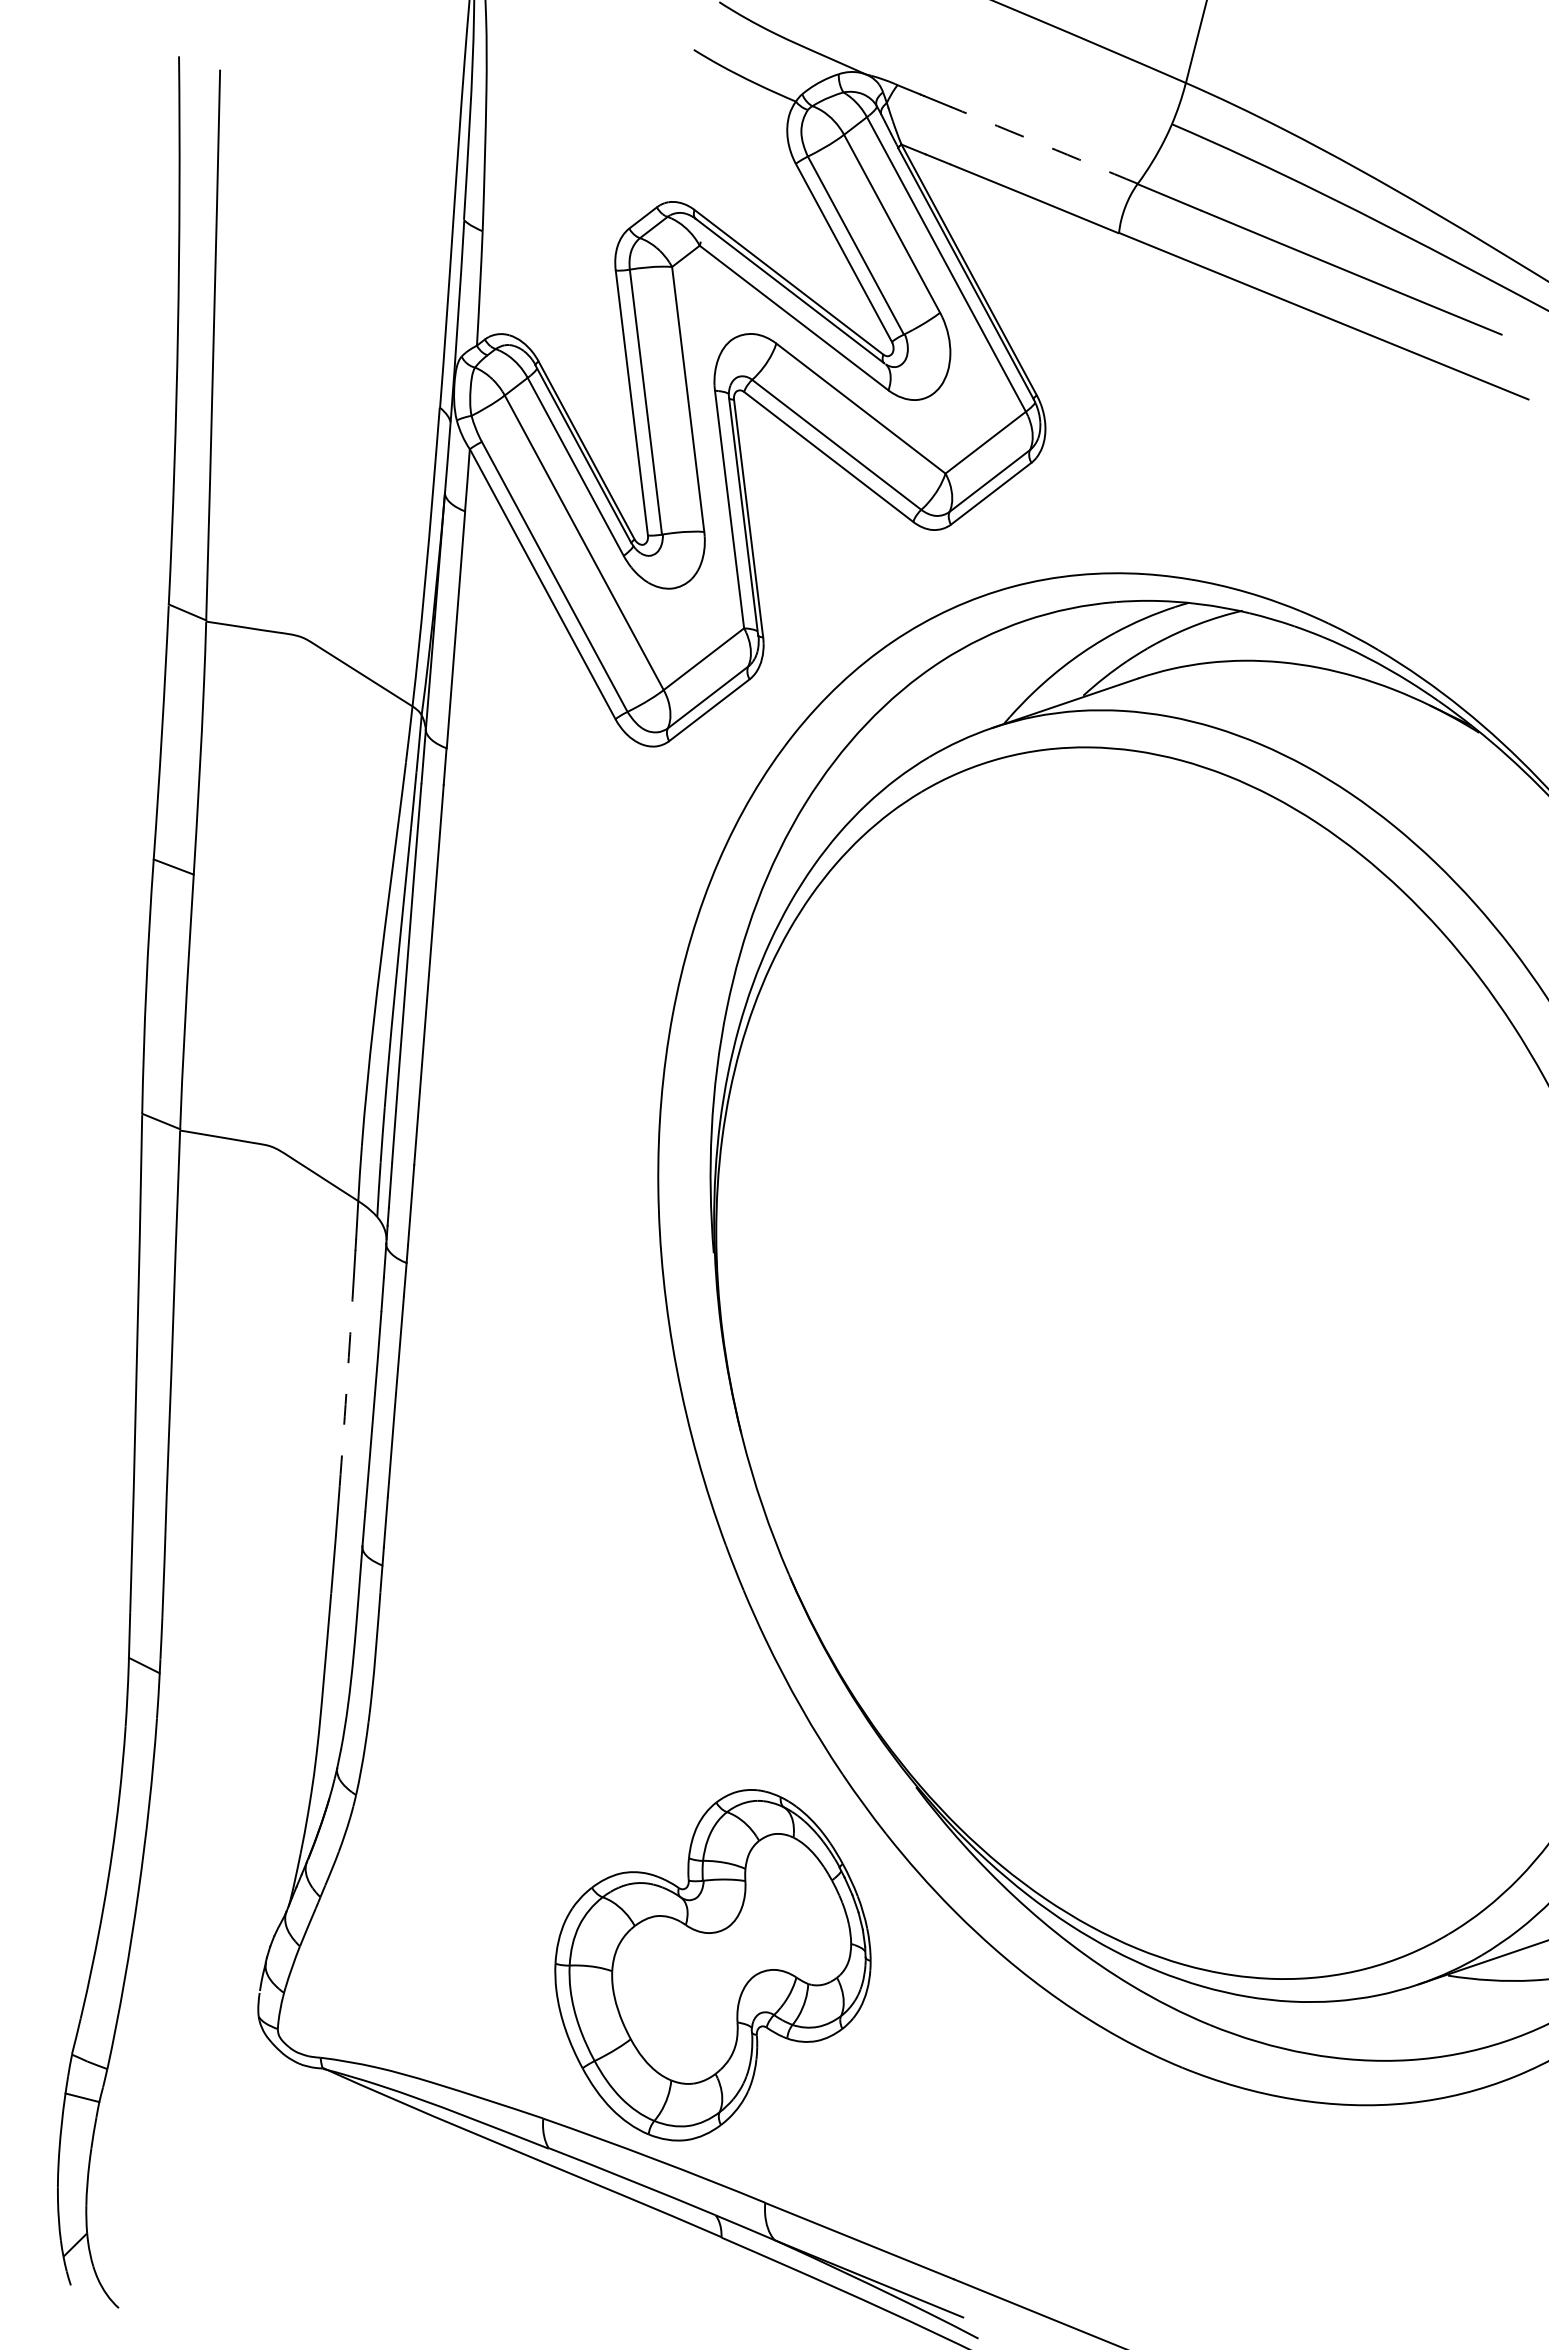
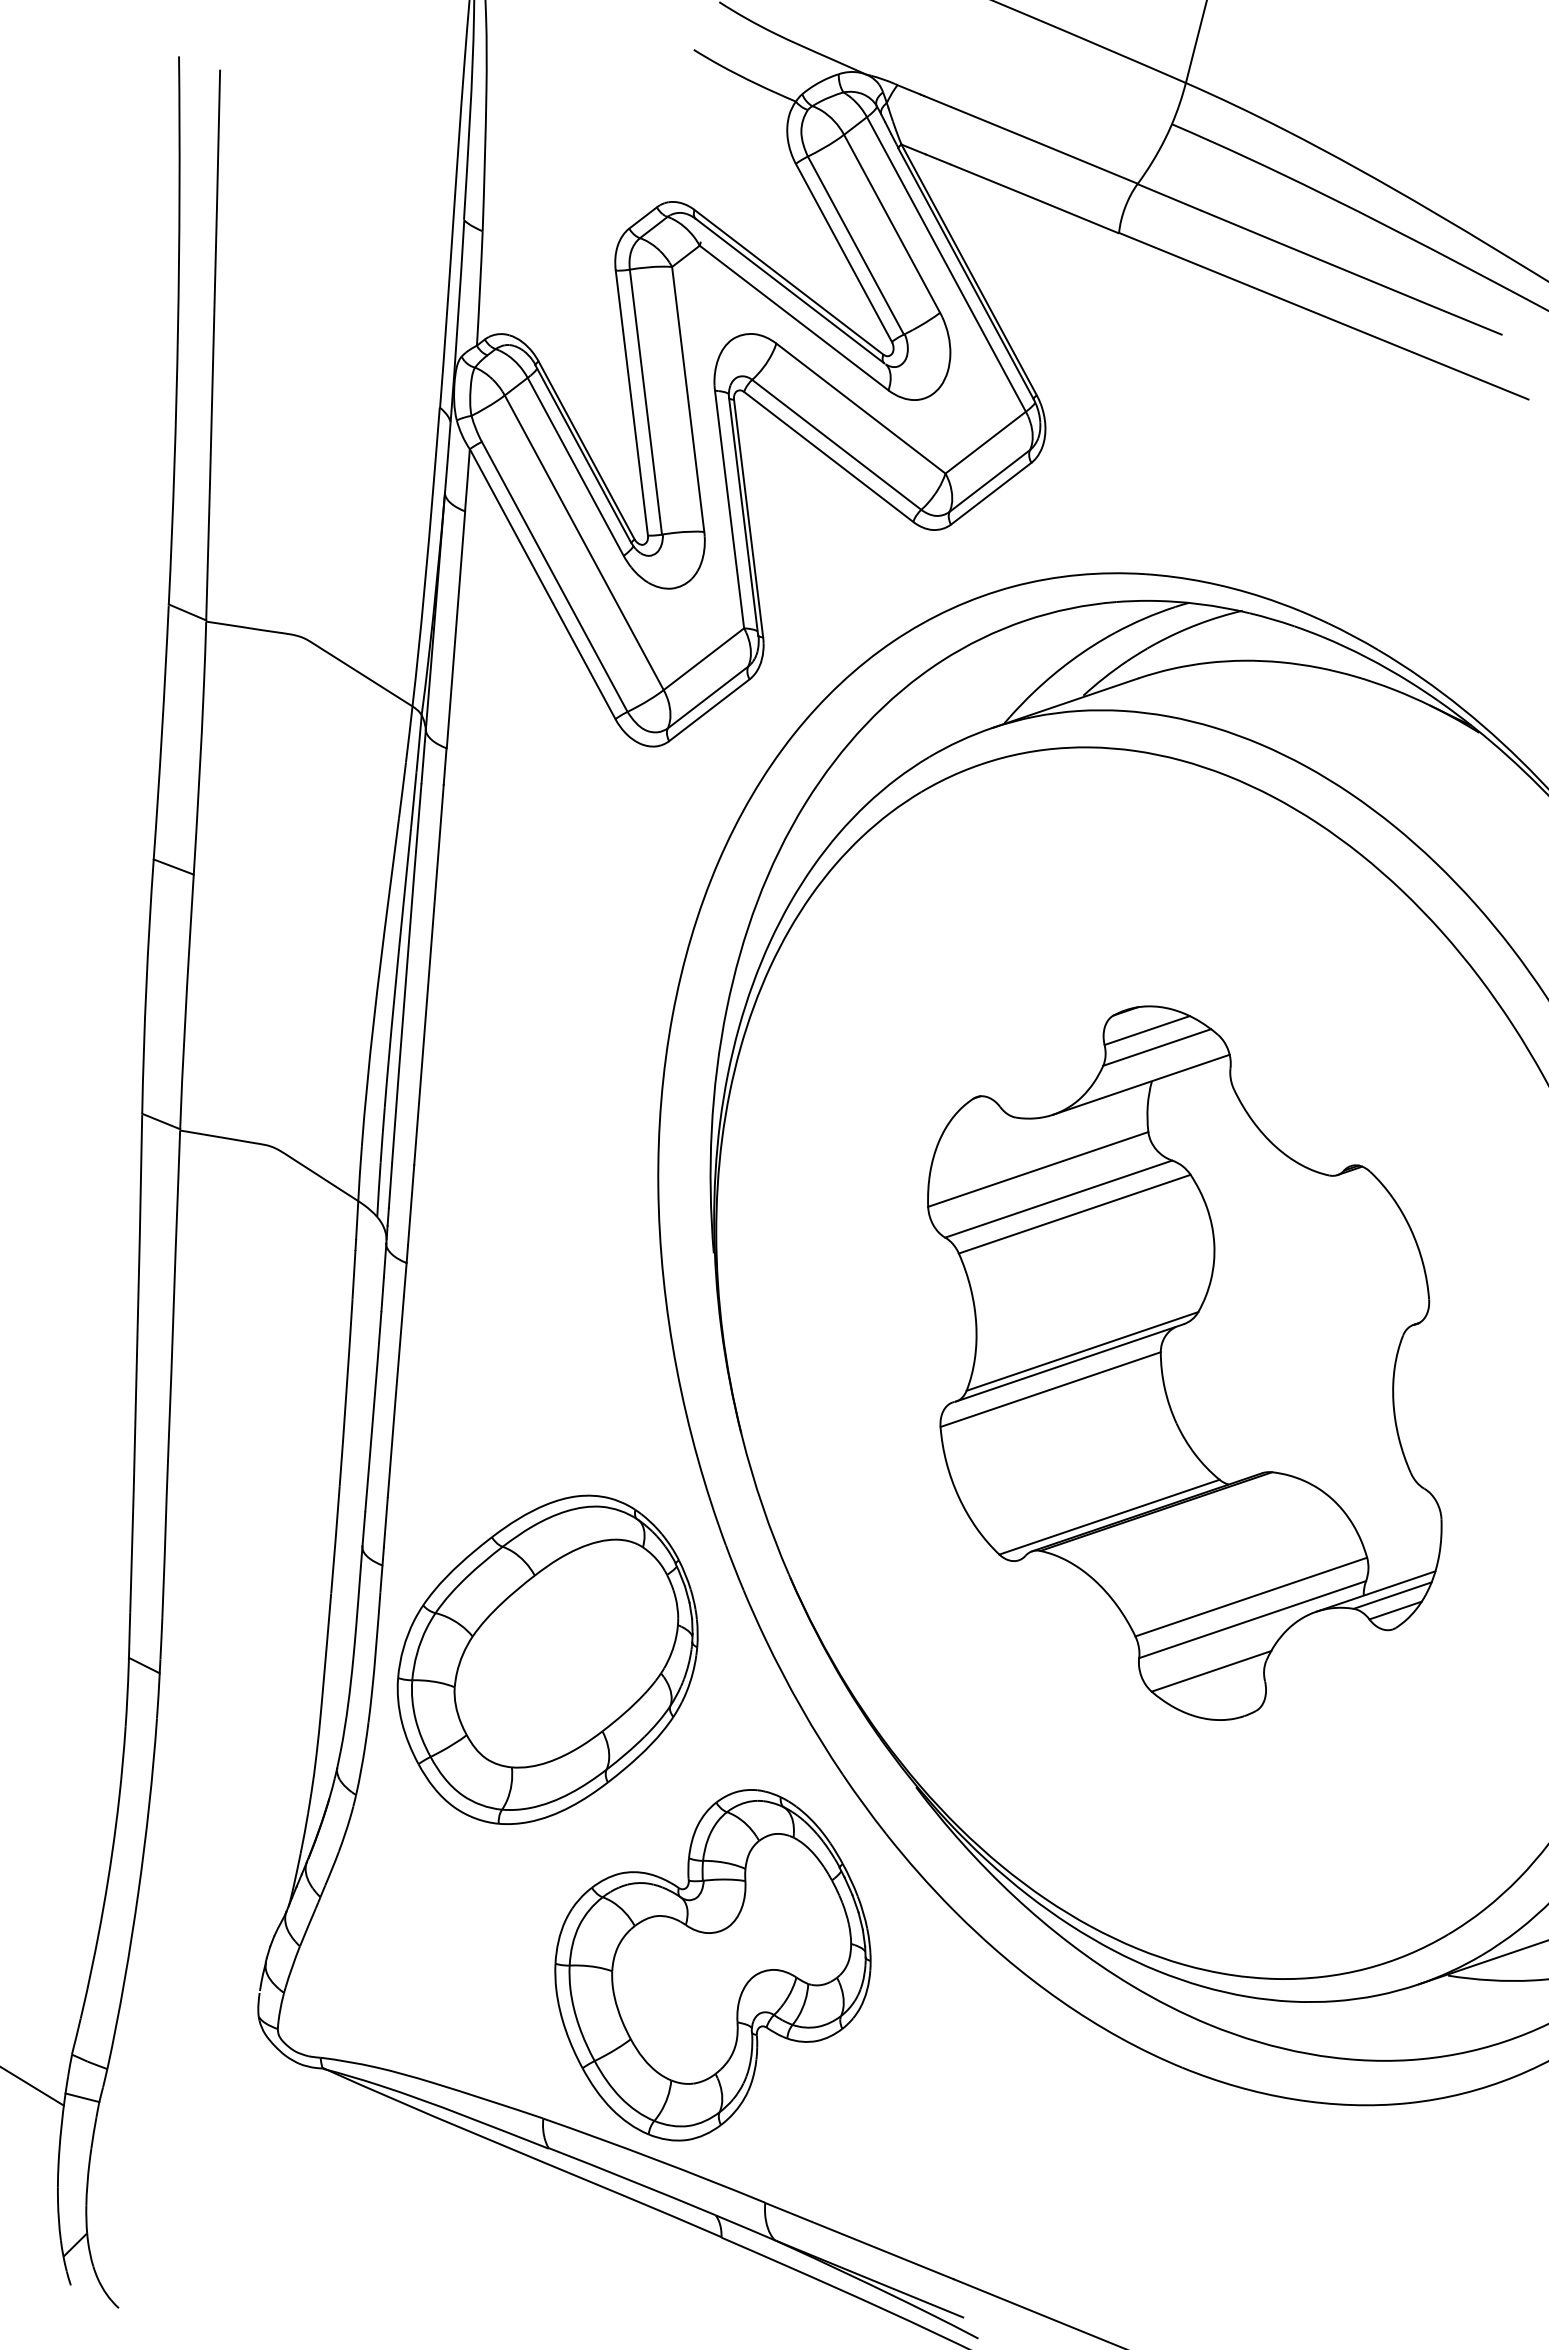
arc at (1044, 145): dashed -> solid
part at (1184, 1362): none -> present
arc at (346, 1392): dashed -> solid
part at (547, 1659): none -> present
line at (32, 2086): none -> present
